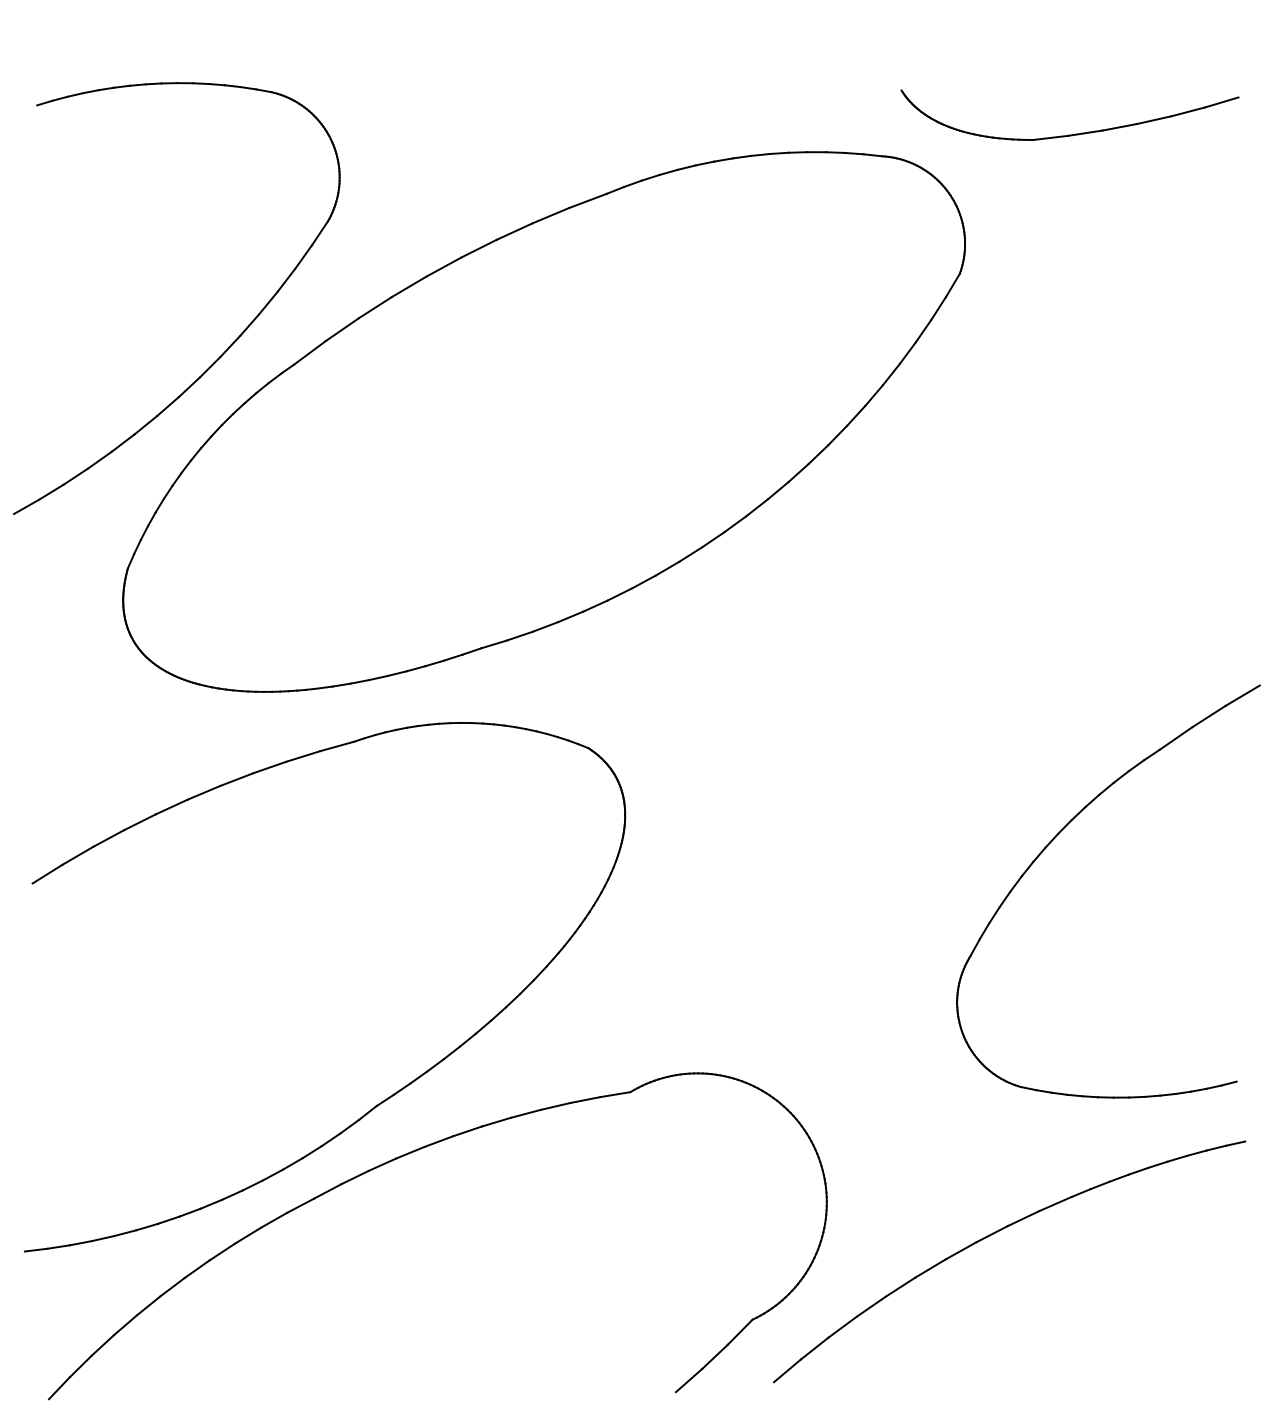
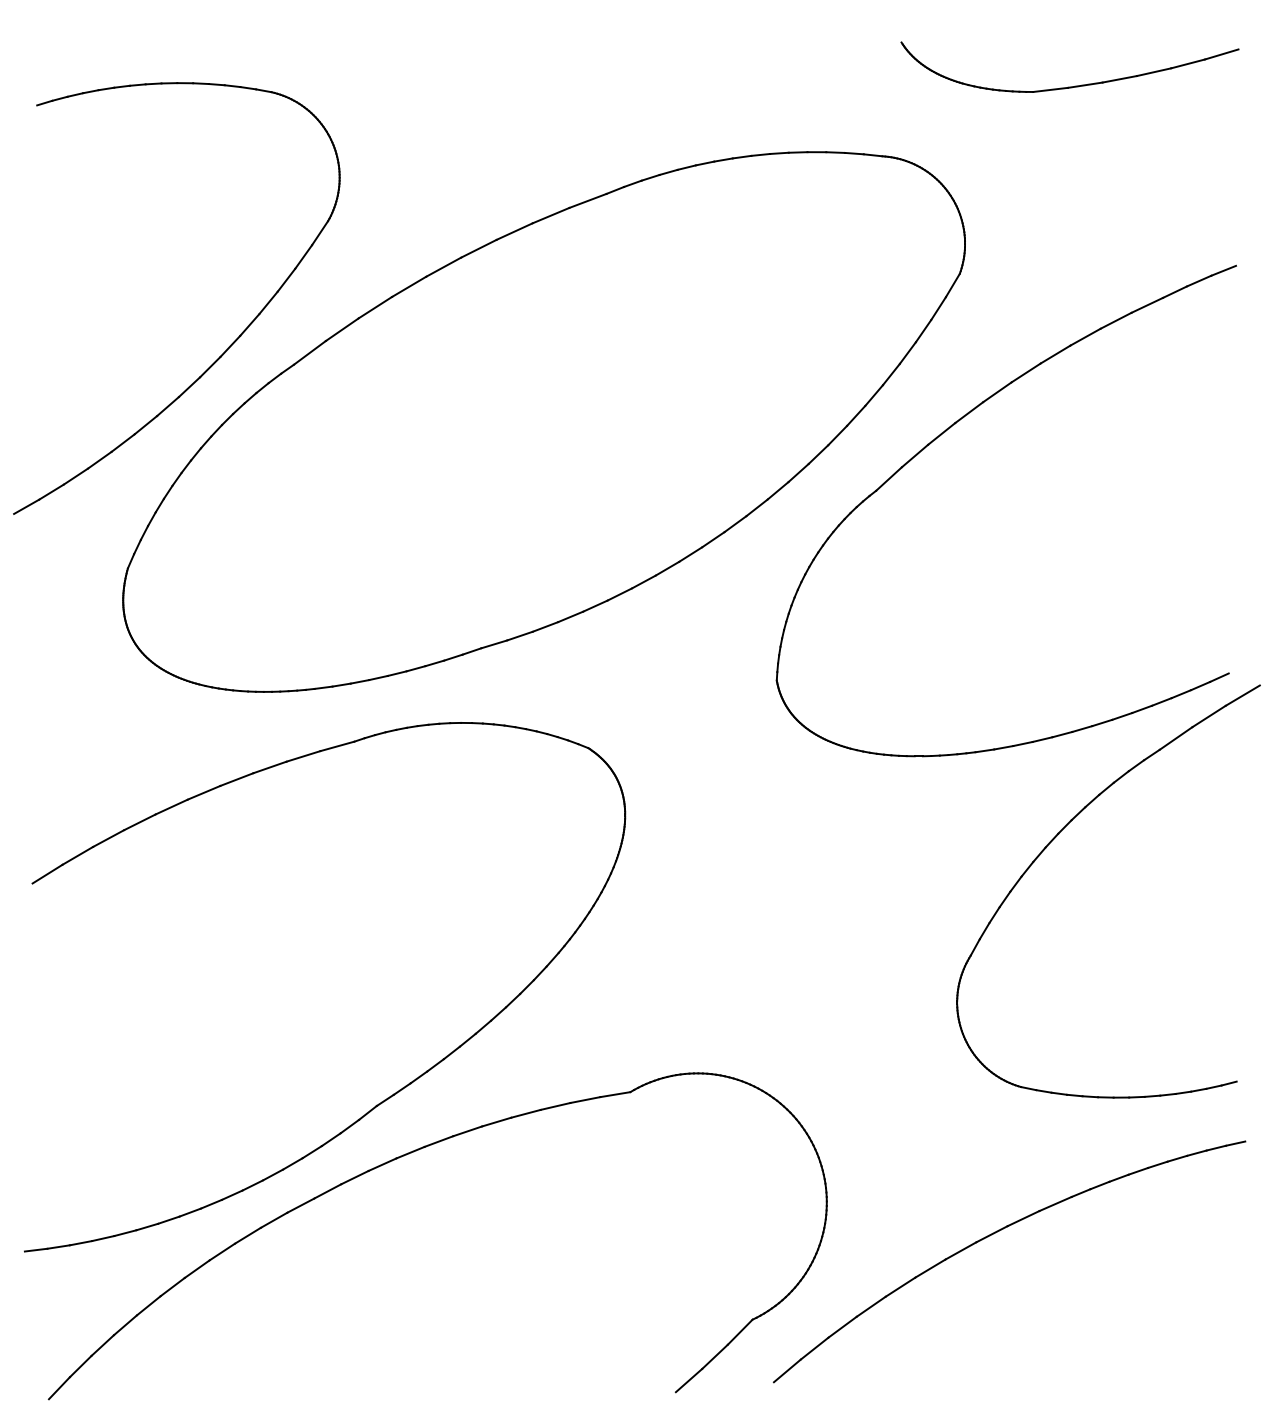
part at (1075, 133) position: (1075, 133) -> (1075, 85)
part at (945, 432): none -> present
